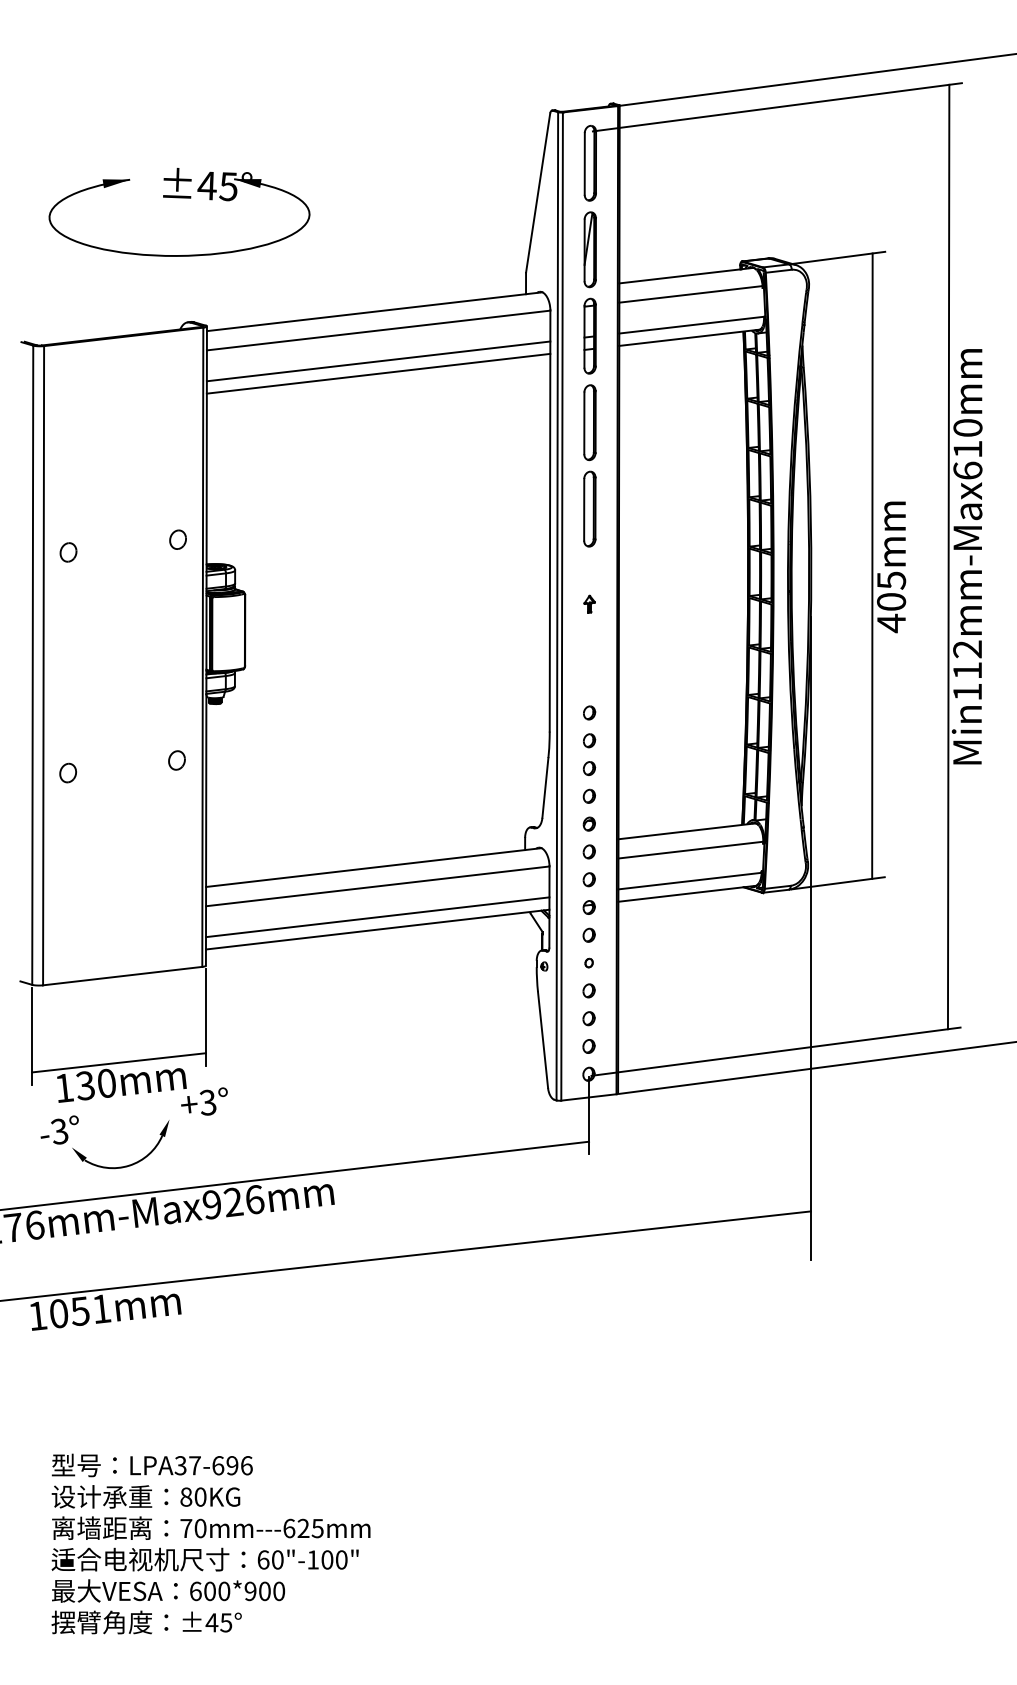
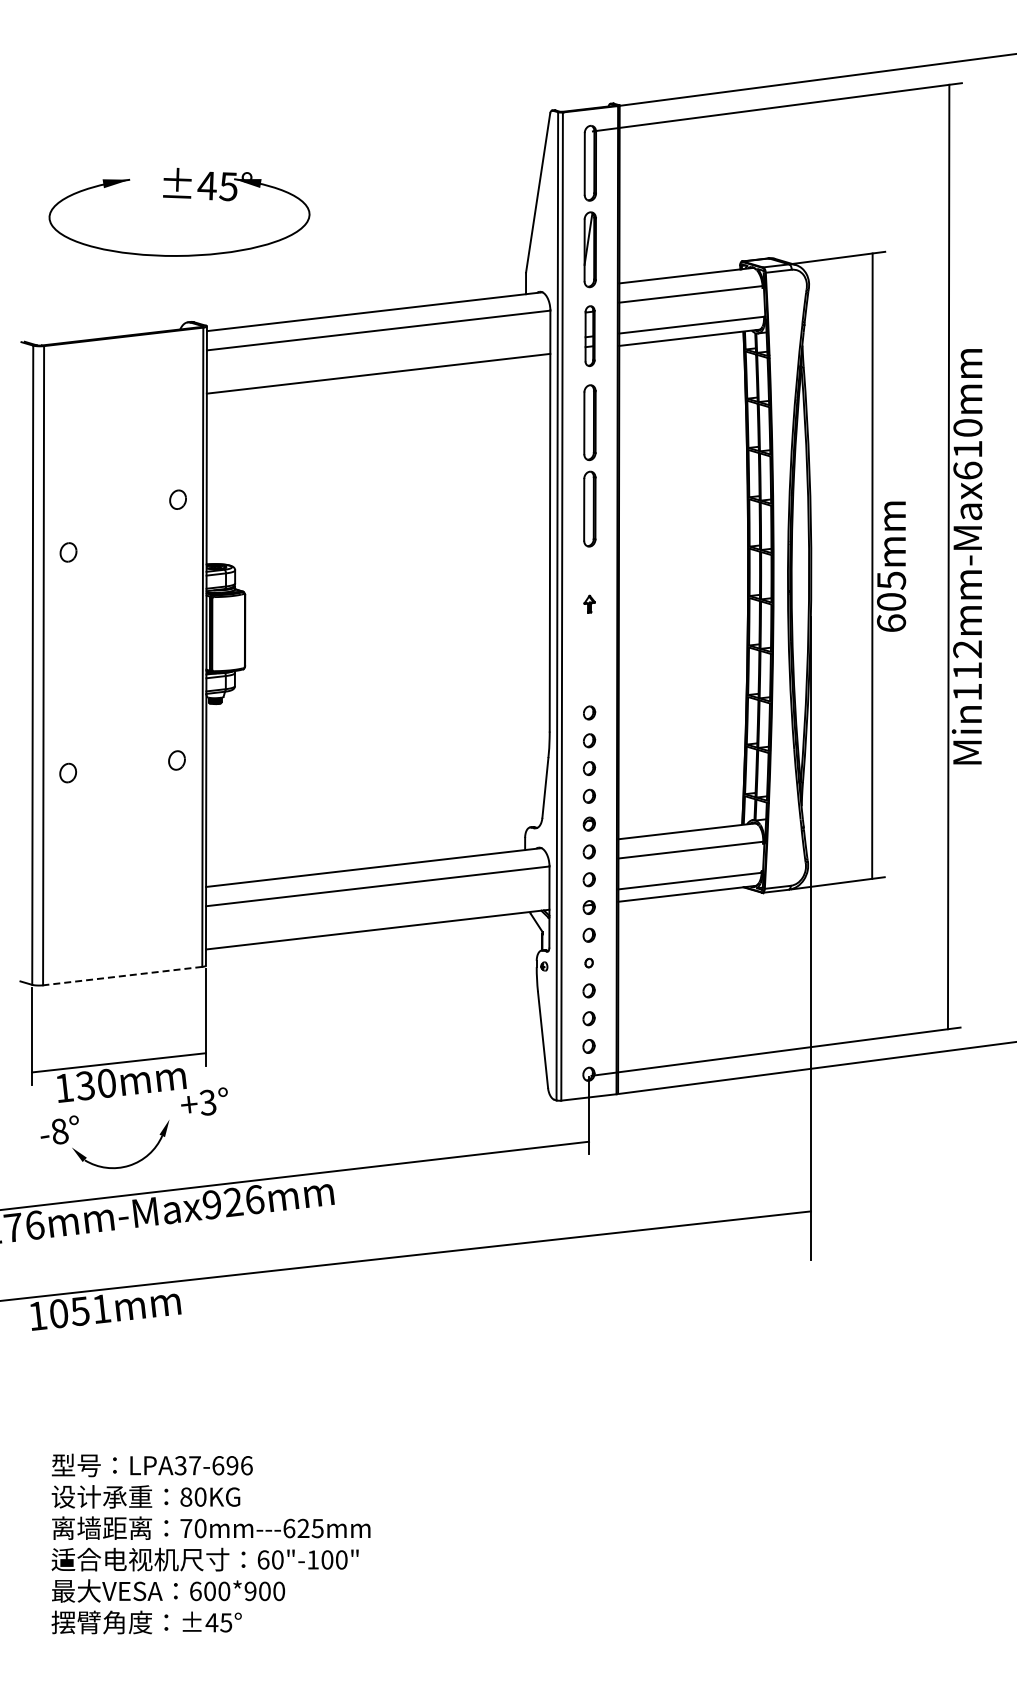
part at (589, 335) size: 14x78 px -> 12x62 px
line at (378, 361): present -> none
part at (177, 539) position: (177, 539) -> (177, 499)
text at (891, 623): 405mm -> 605mm
line at (377, 917): present -> none
line at (122, 976): solid -> dashed
text at (59, 1131): -3° -> -8°
